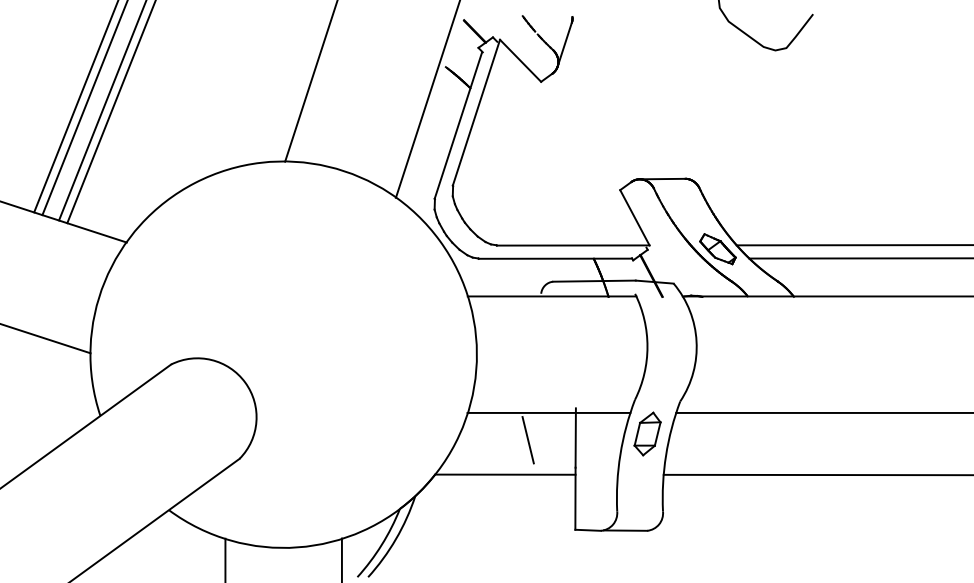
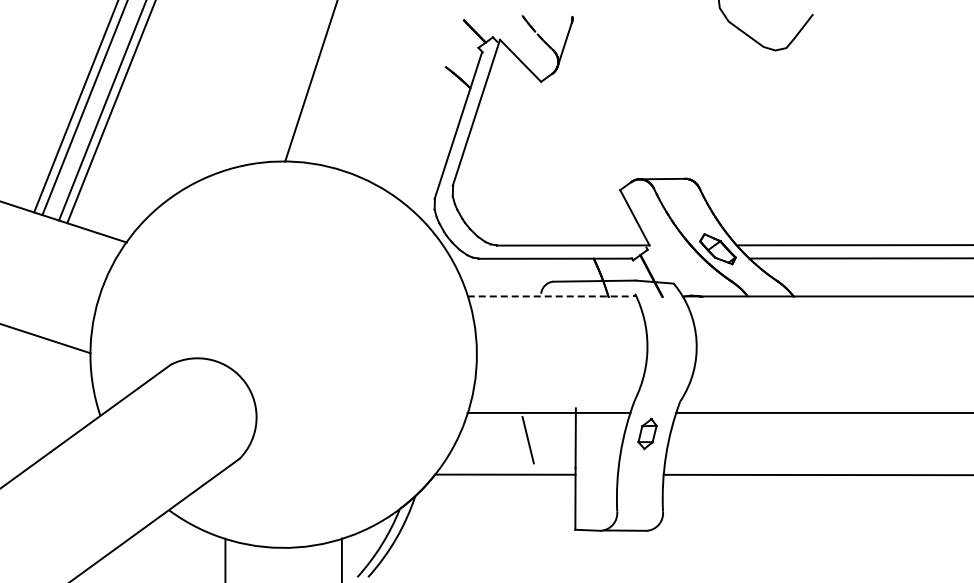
line at (427, 99): present -> none
line at (552, 296): solid -> dashed
part at (647, 433) size: 29x46 px -> 21x33 px
